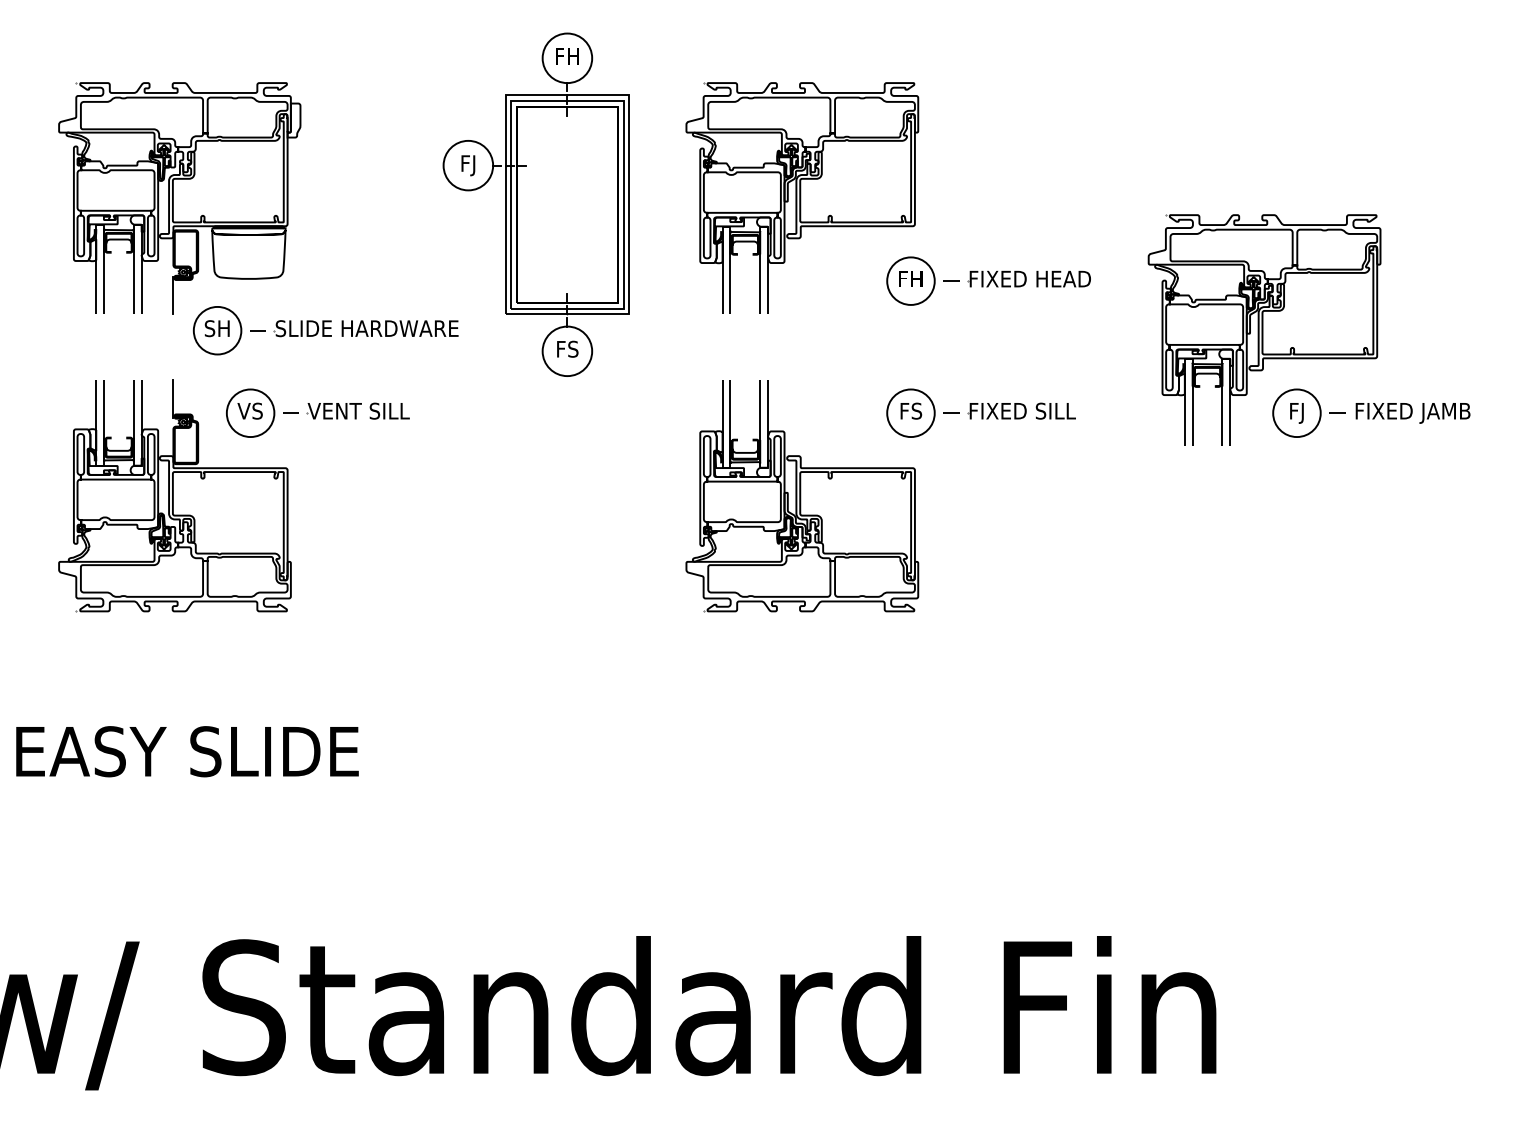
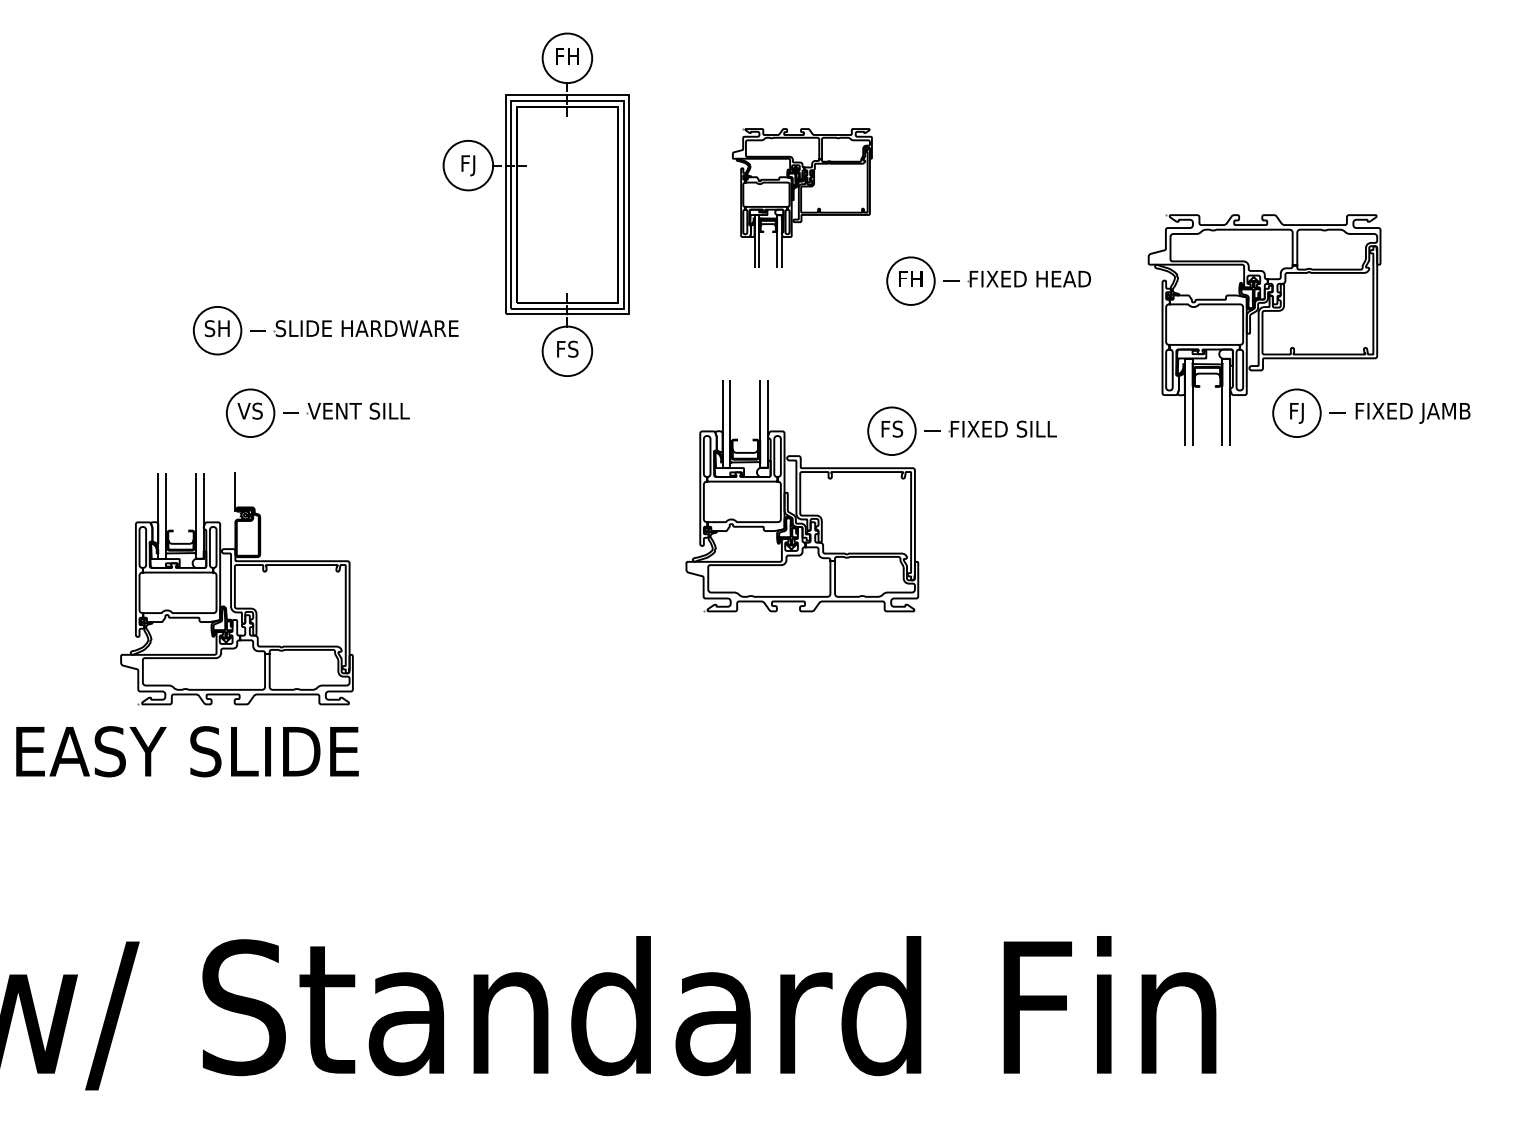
part at (802, 197) size: 235x232 px -> 141x140 px
part at (179, 198): present -> none
part at (980, 412) position: (980, 412) -> (961, 430)
part at (174, 495) position: (174, 495) -> (236, 588)
